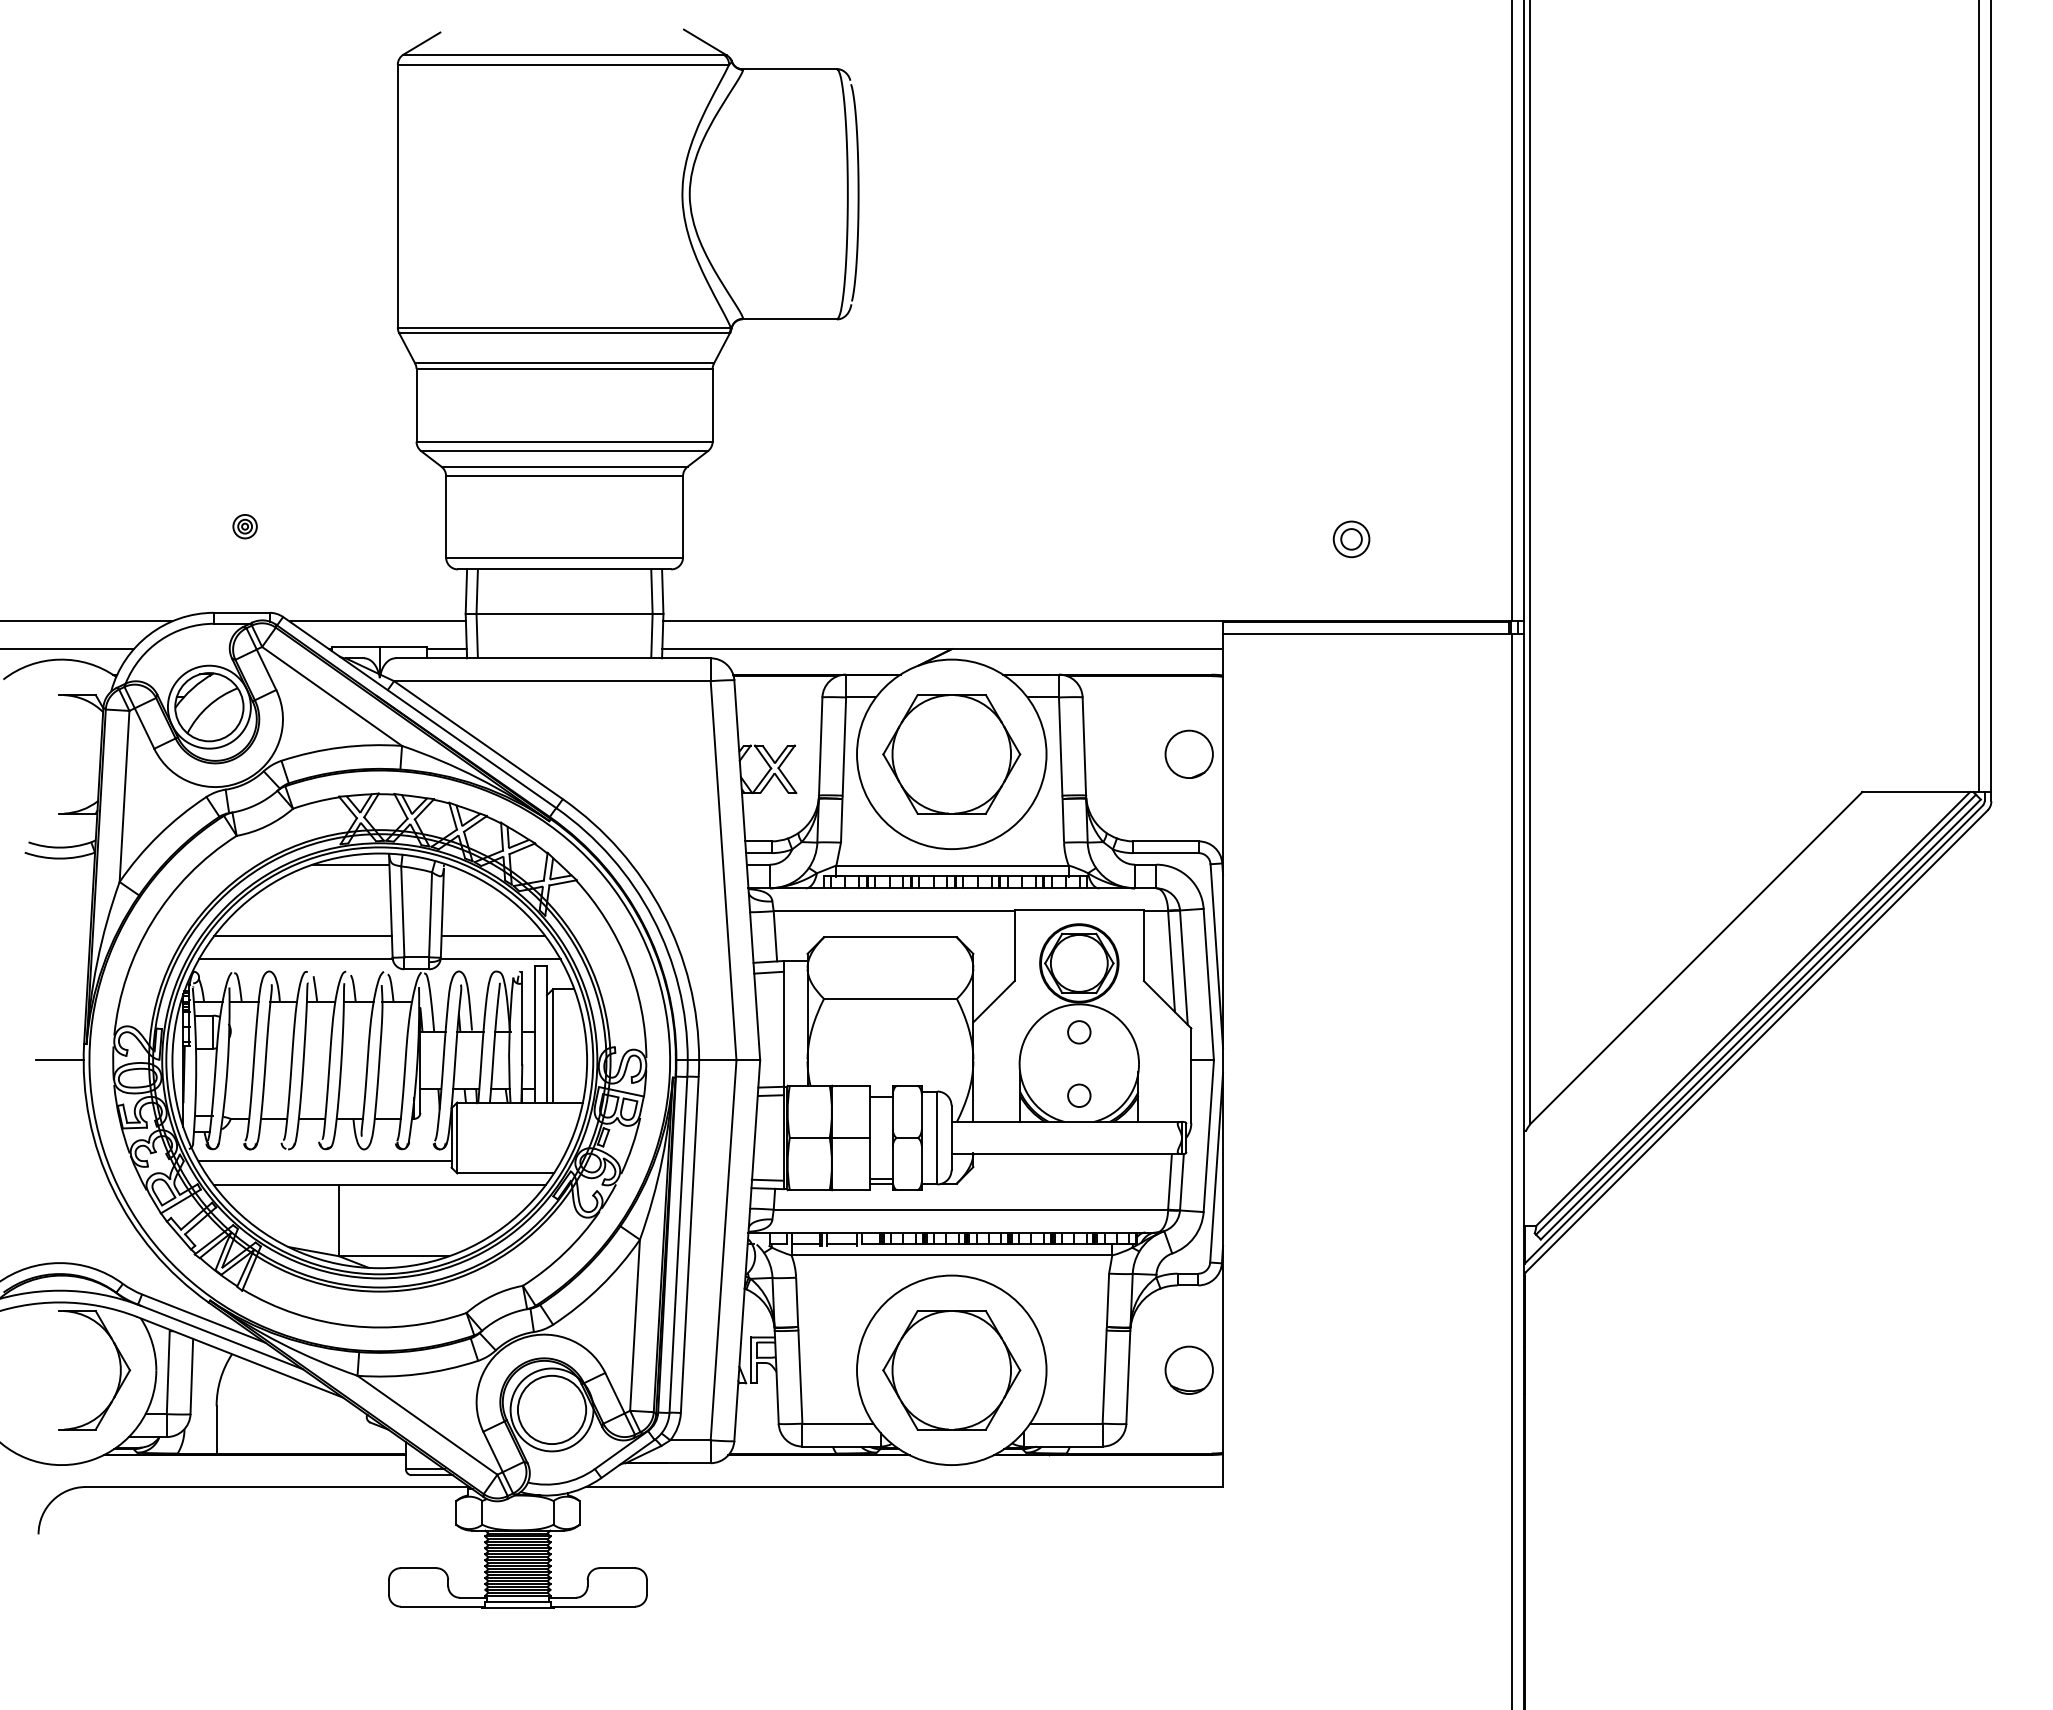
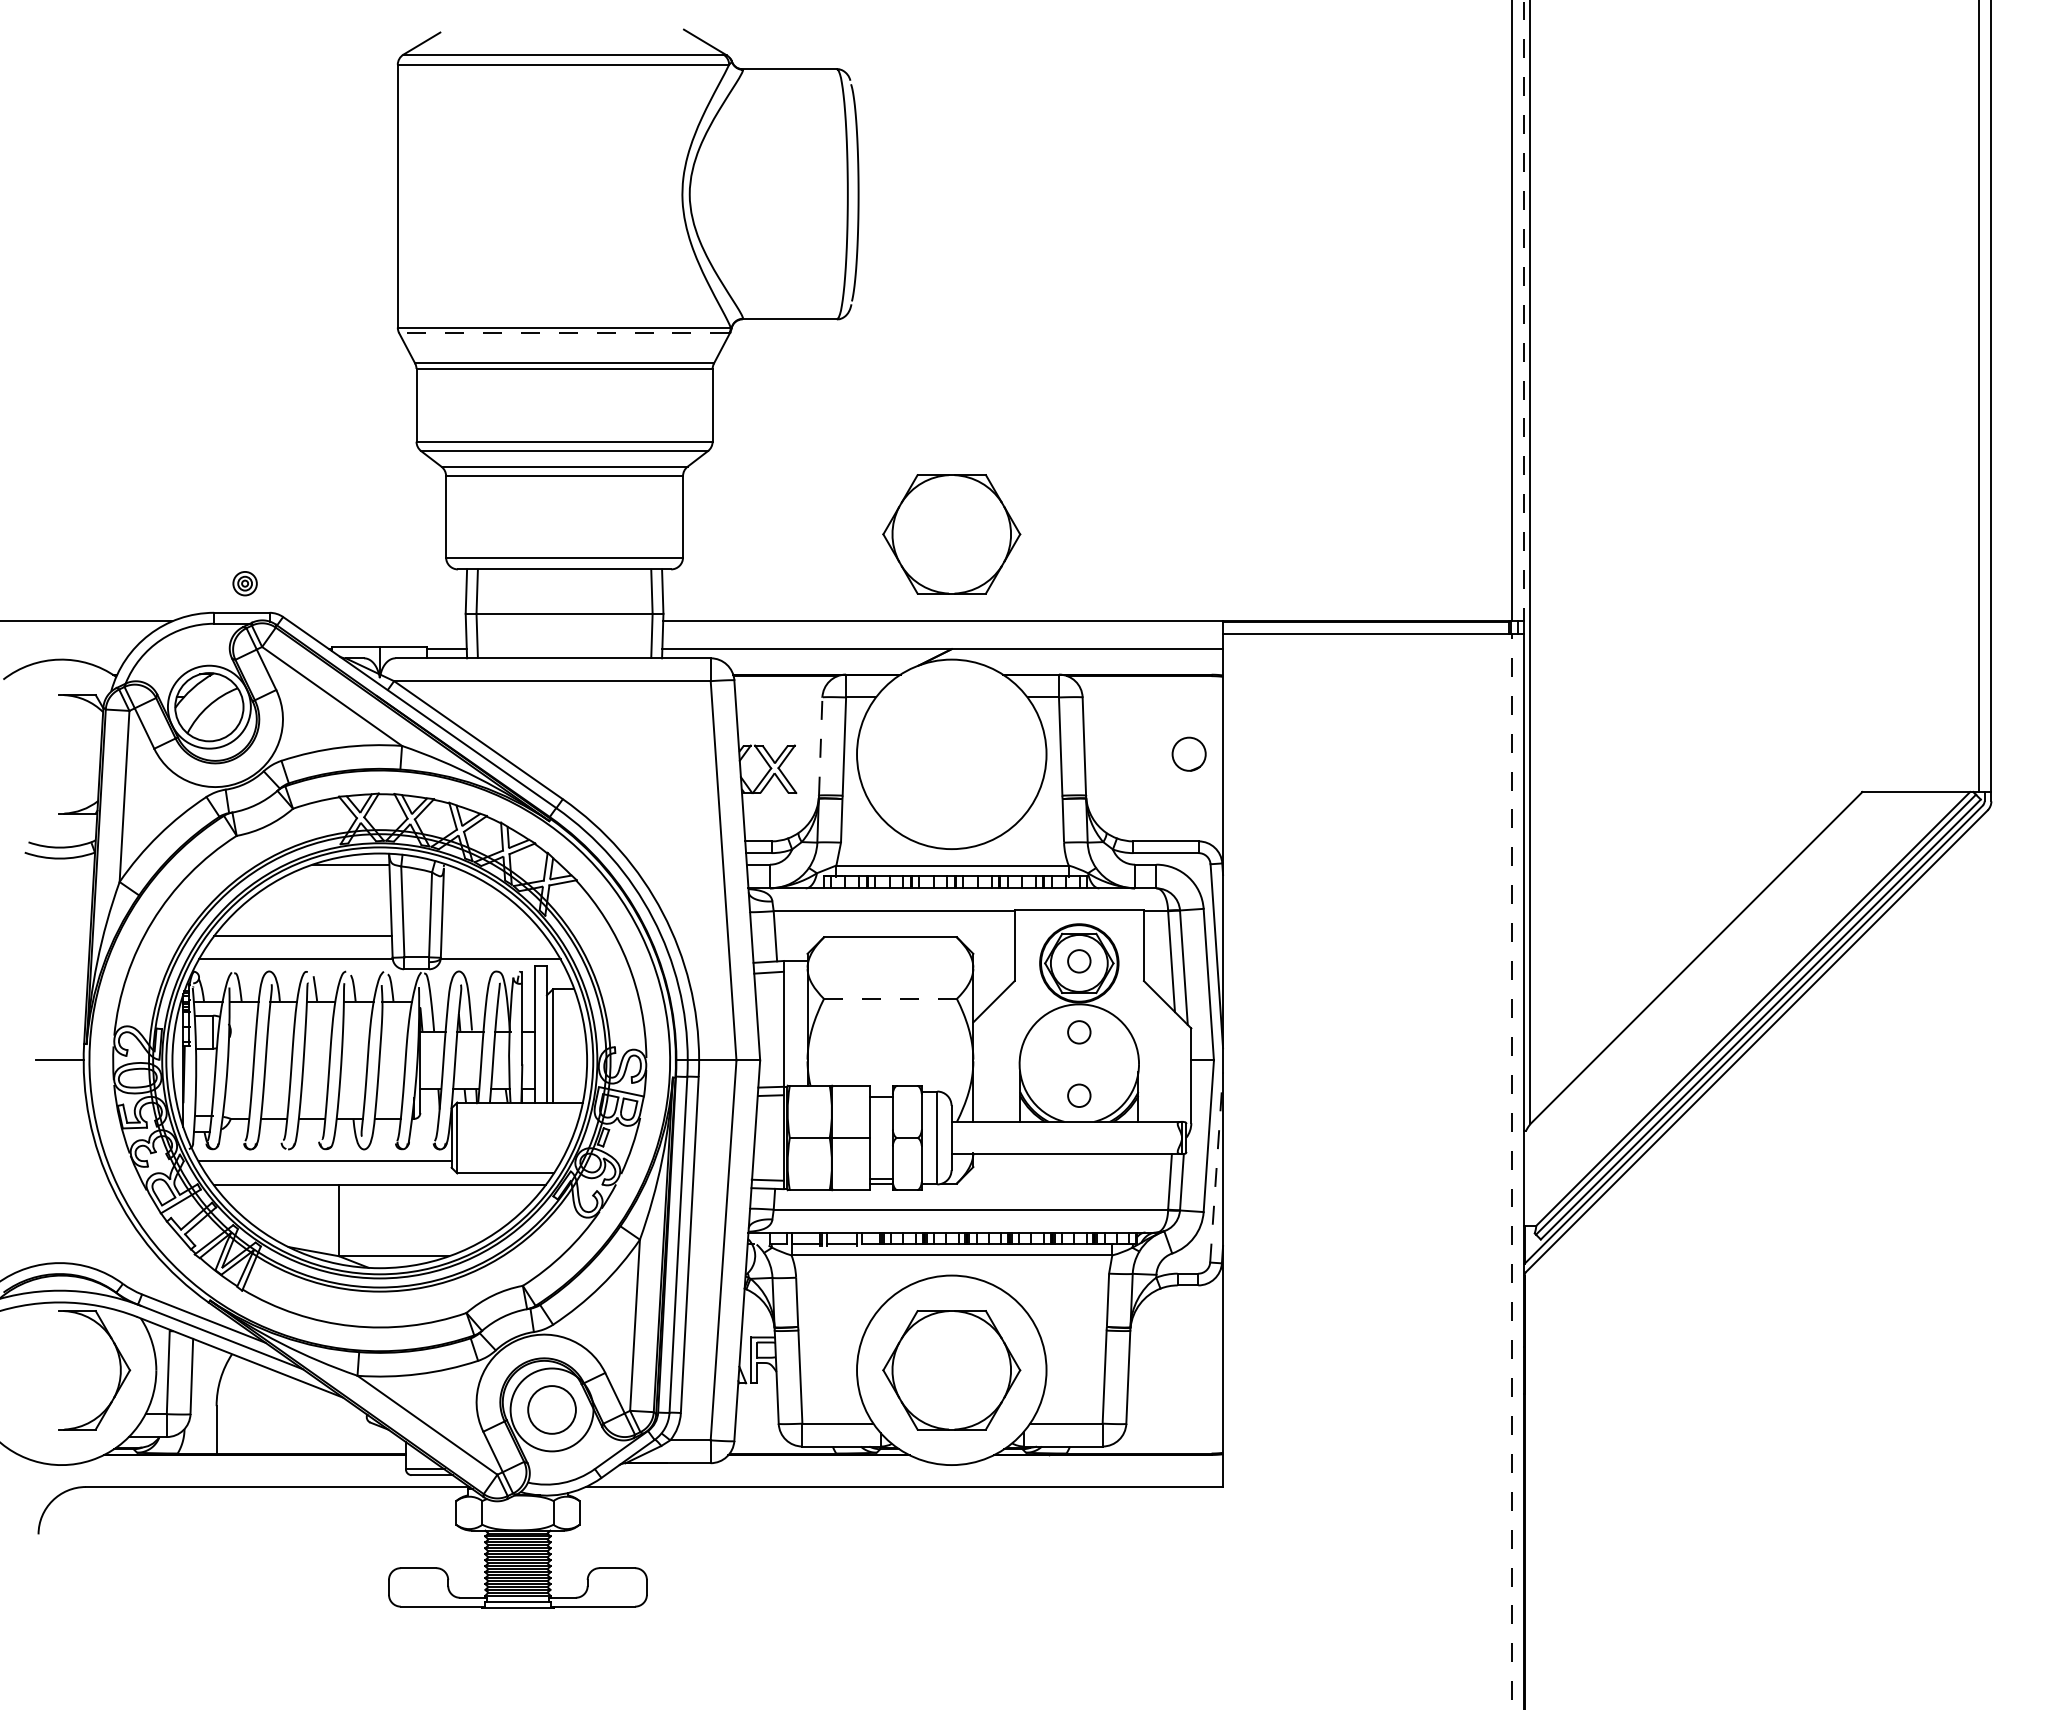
line at (1524, 311): solid -> dashed
line at (563, 333): solid -> dashed
part at (244, 526) position: (244, 526) -> (244, 583)
part at (1351, 539): present -> none
line at (377, 621): present -> none
line at (67, 649): present -> none
line at (820, 746): solid -> dashed
circle at (1188, 753) size: 50x50 px -> 36x36 px
part at (951, 754) position: (951, 754) -> (951, 534)
line at (493, 935): present -> none
circle at (1079, 961): none -> present
line at (890, 998): solid -> dashed
line at (1216, 1167): solid -> dashed
line at (1511, 1171): solid -> dashed
part at (1188, 1369): present -> none
circle at (551, 1409) diameter: 68 px -> 48 px
